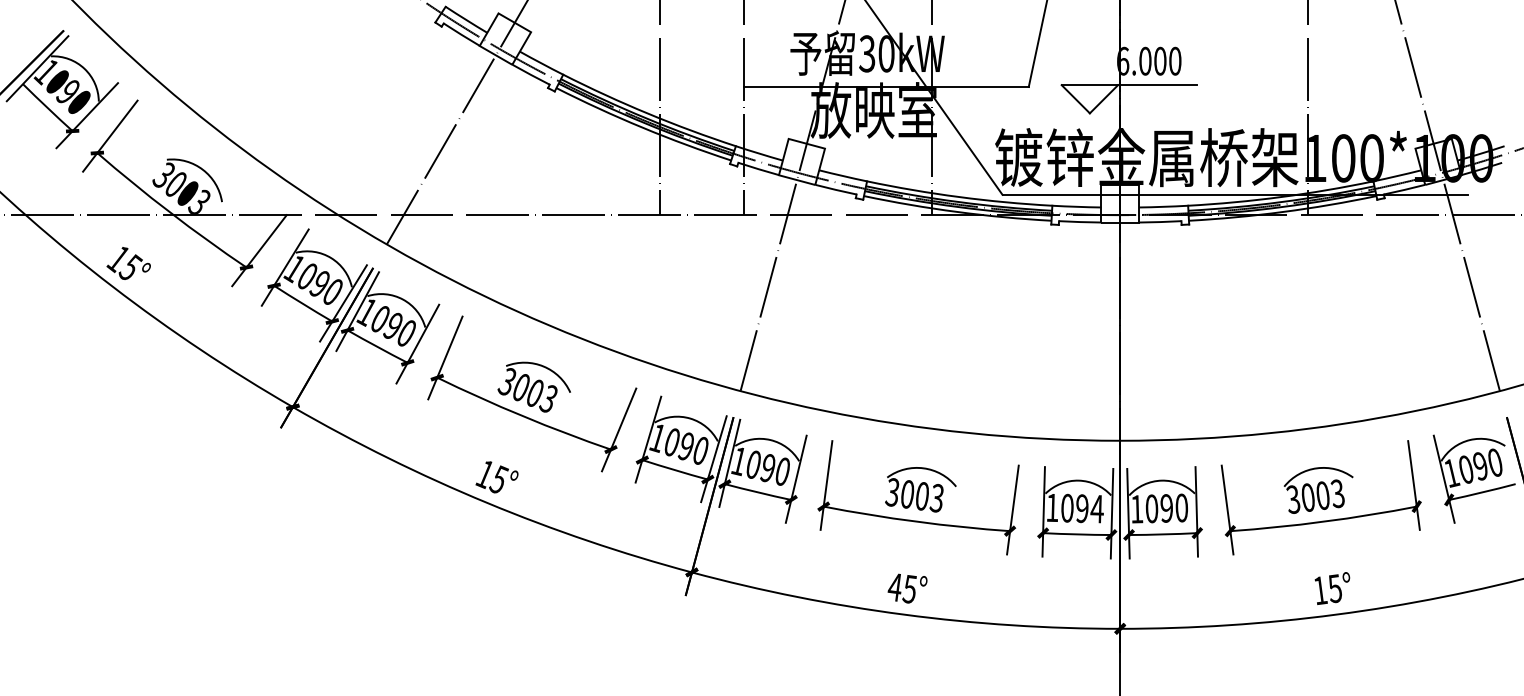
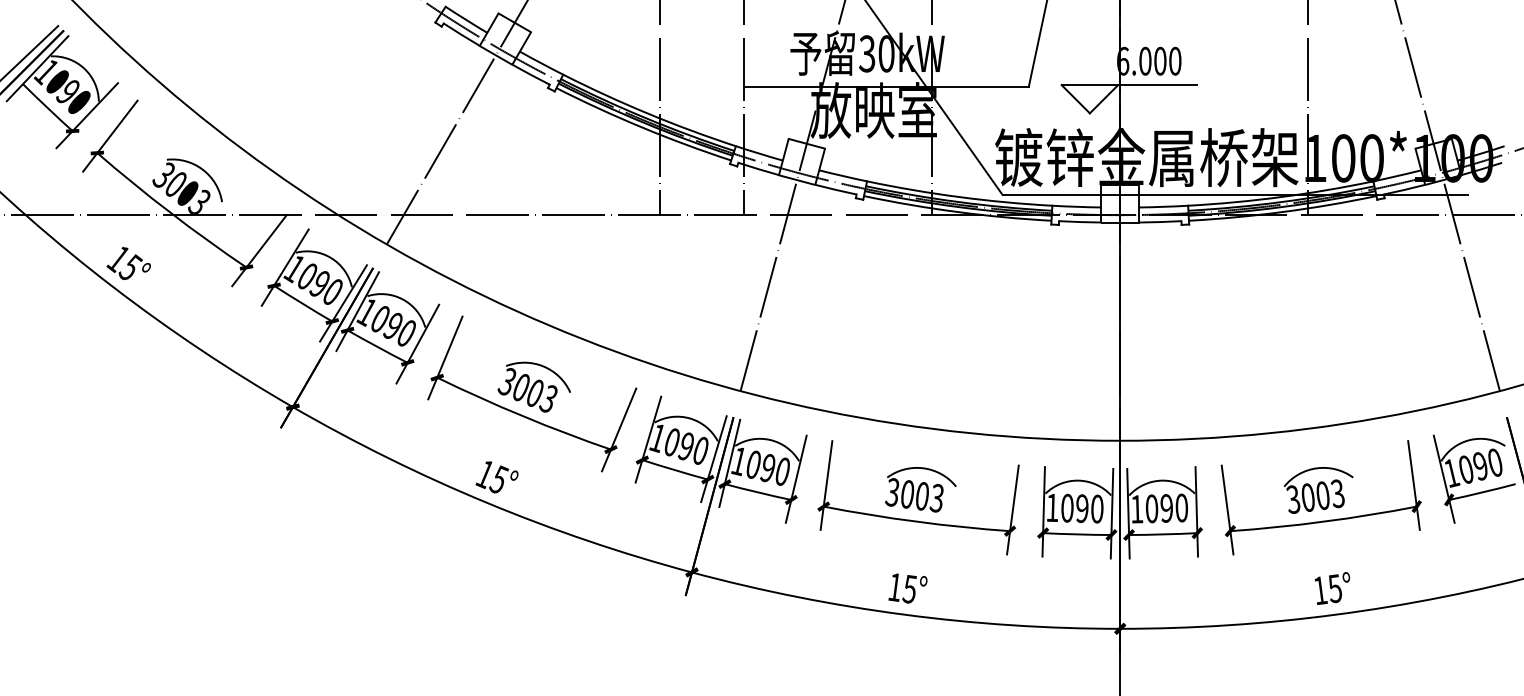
line at (30, 52): none -> present
text at (1096, 508): 1094 -> 1090
text at (894, 587): 45° -> 15°
